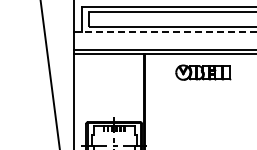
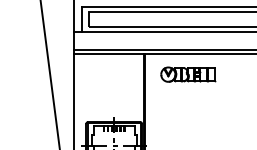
line at (165, 32): dashed -> solid
part at (203, 72) position: (203, 72) -> (188, 74)
